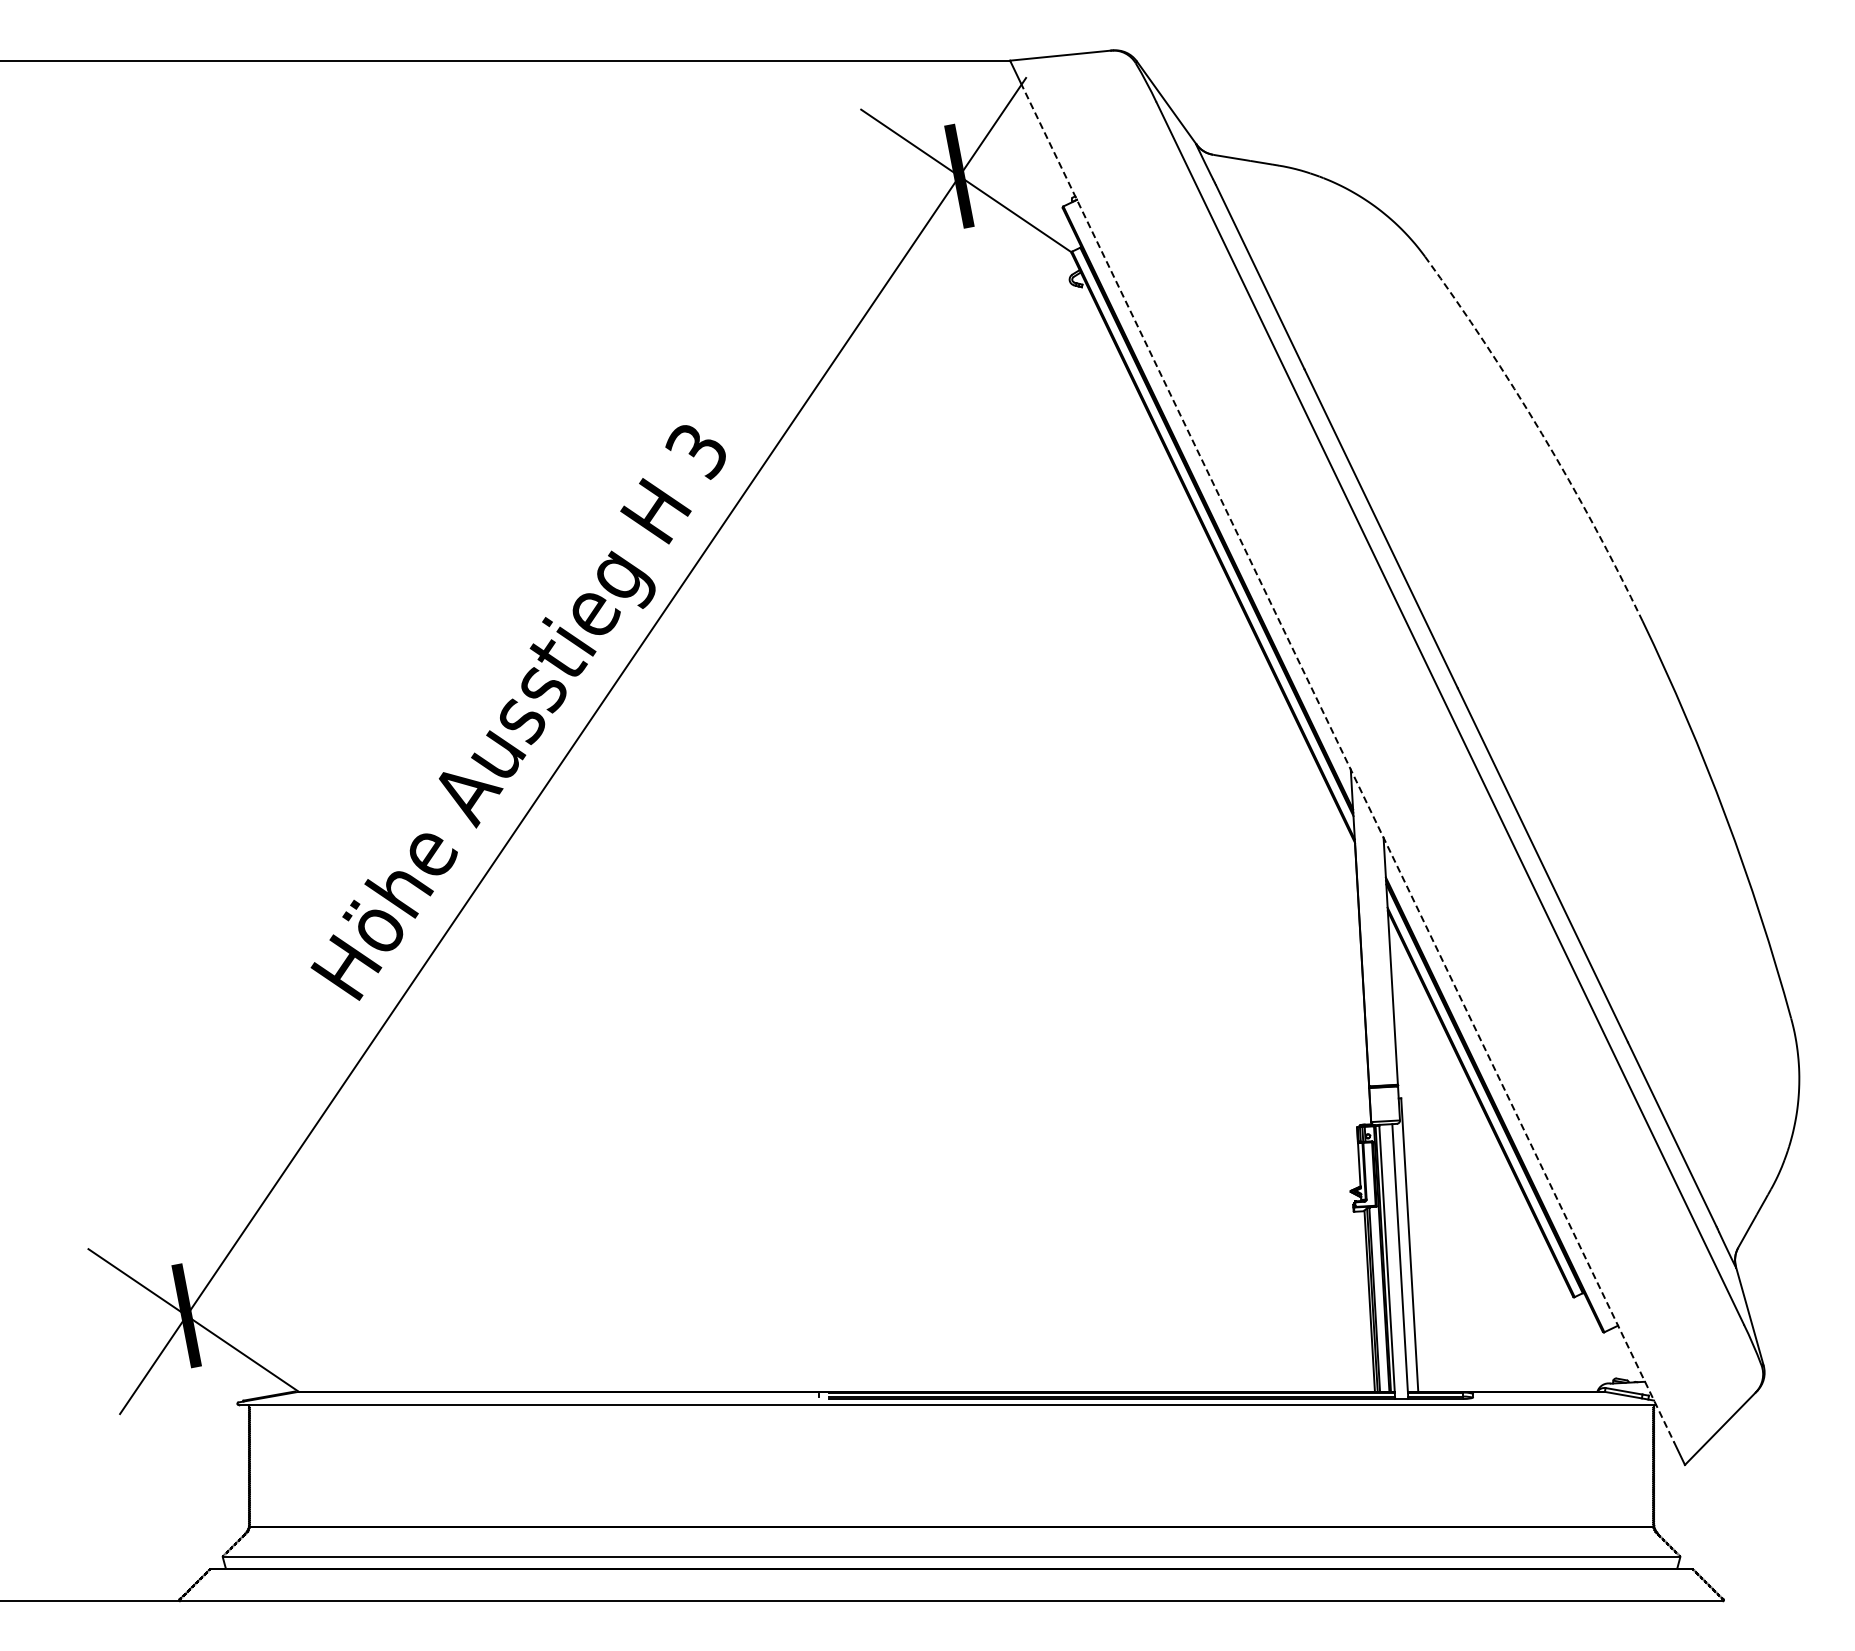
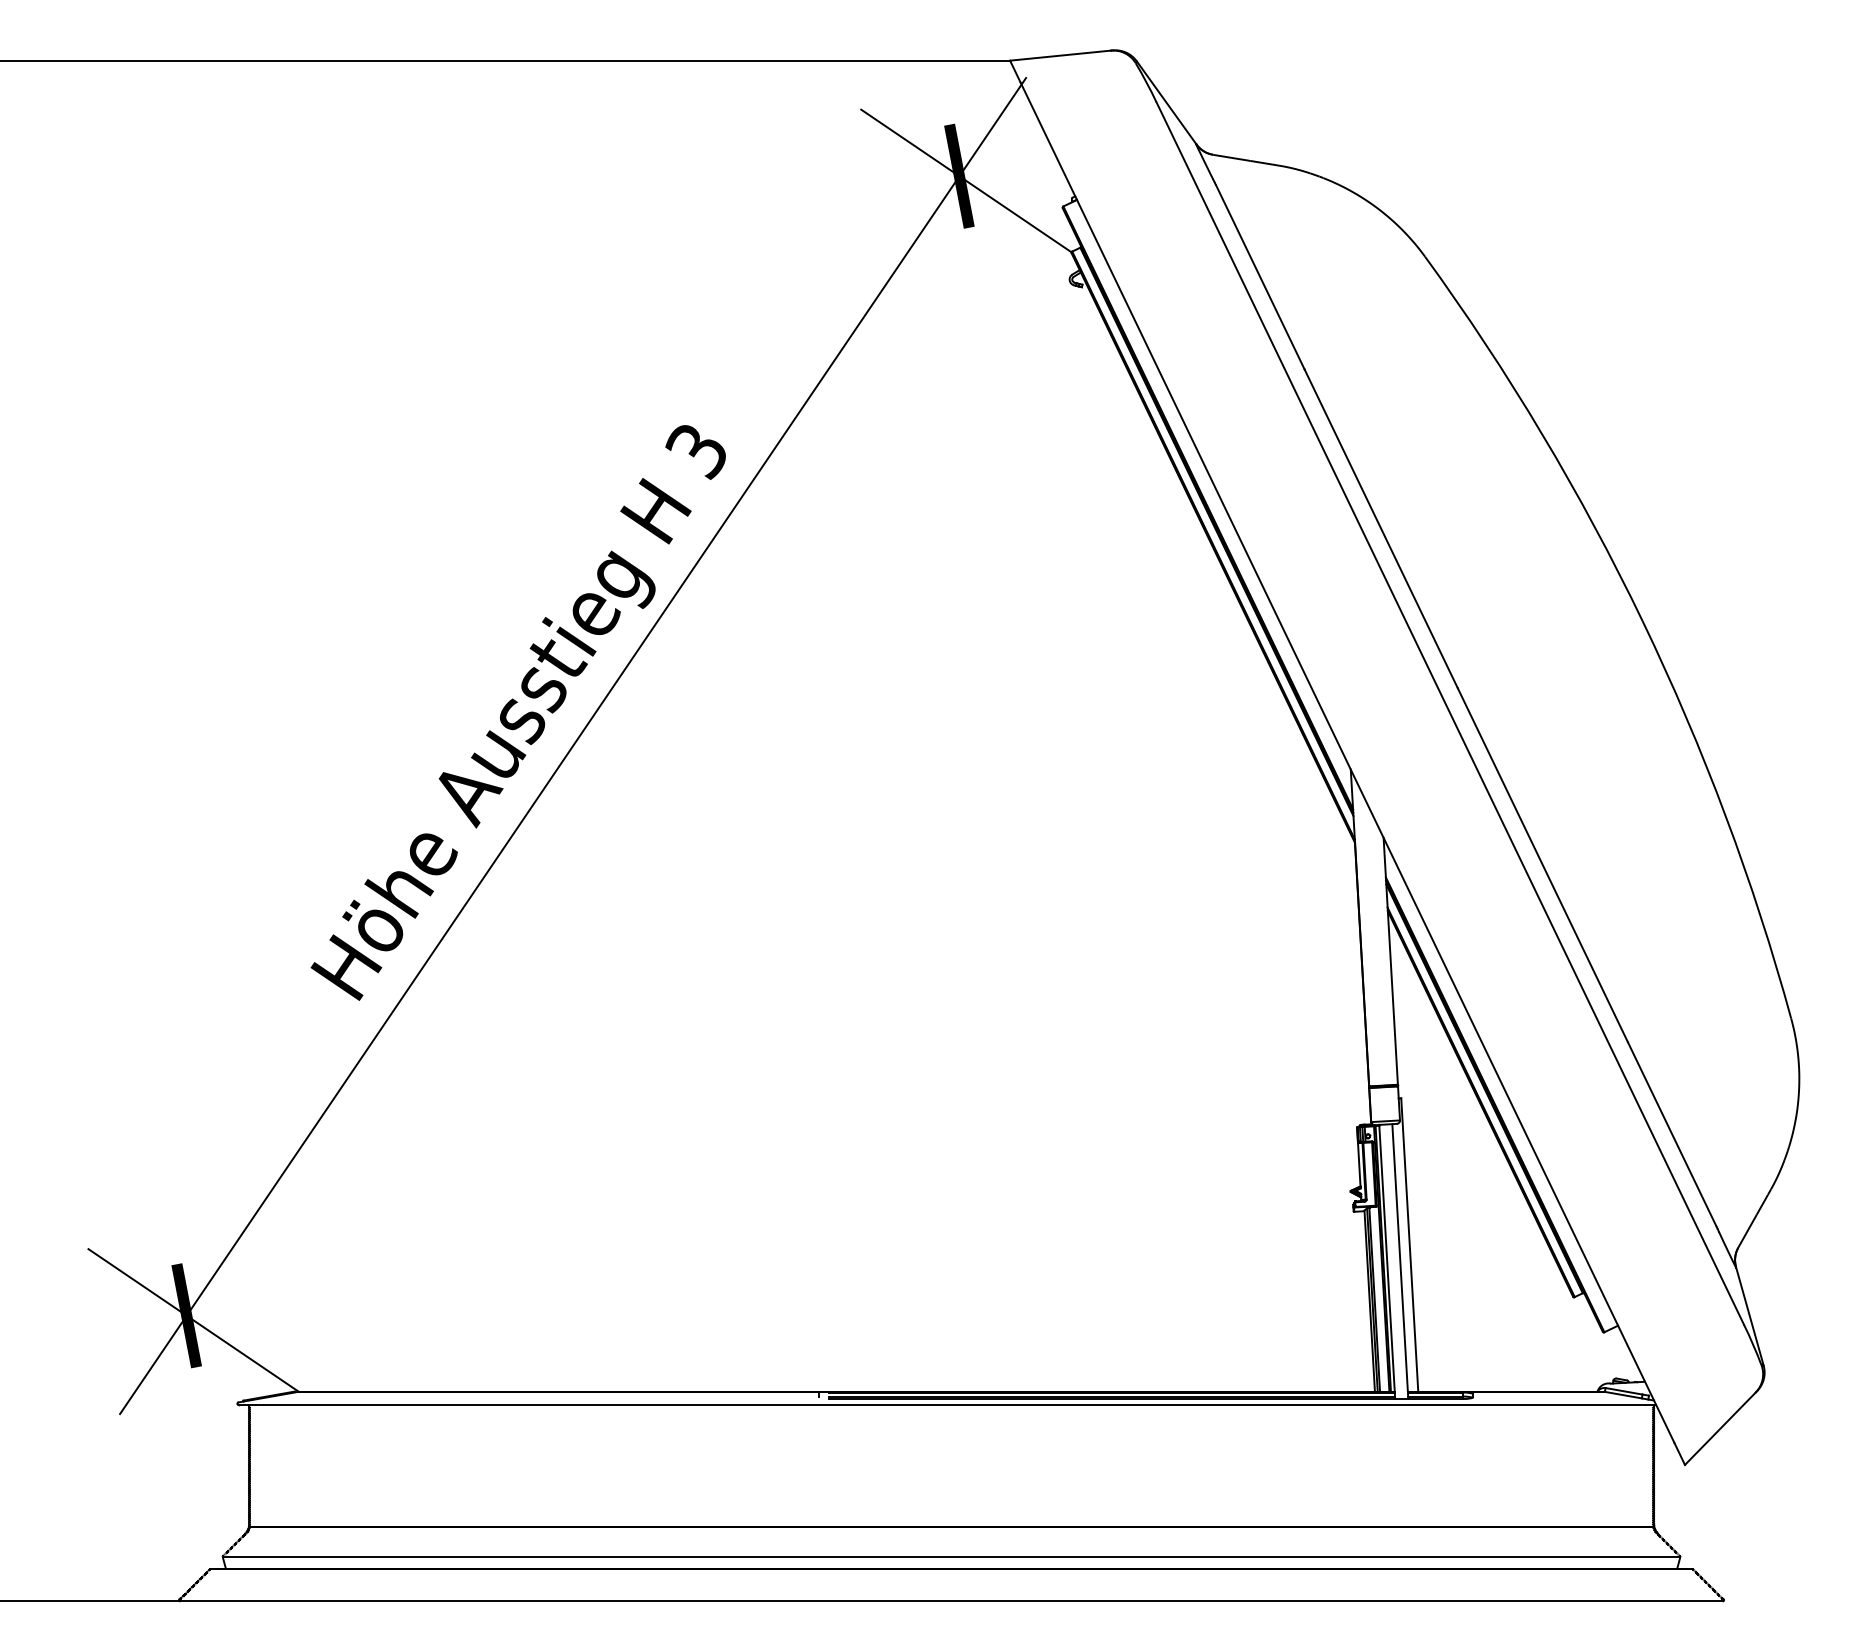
arc at (1542, 433): dashed -> solid
line at (1347, 763): dashed -> solid
